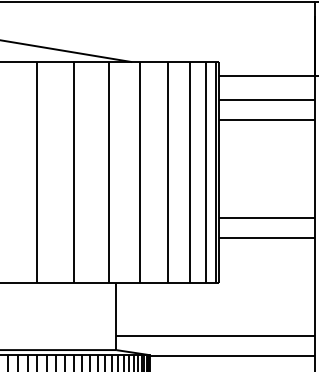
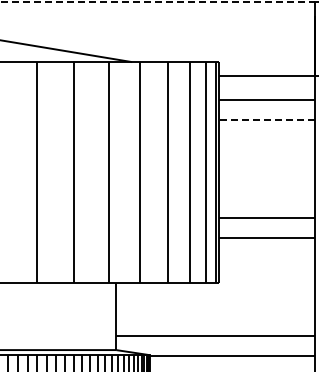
line at (157, 2): solid -> dashed
line at (267, 119): solid -> dashed
